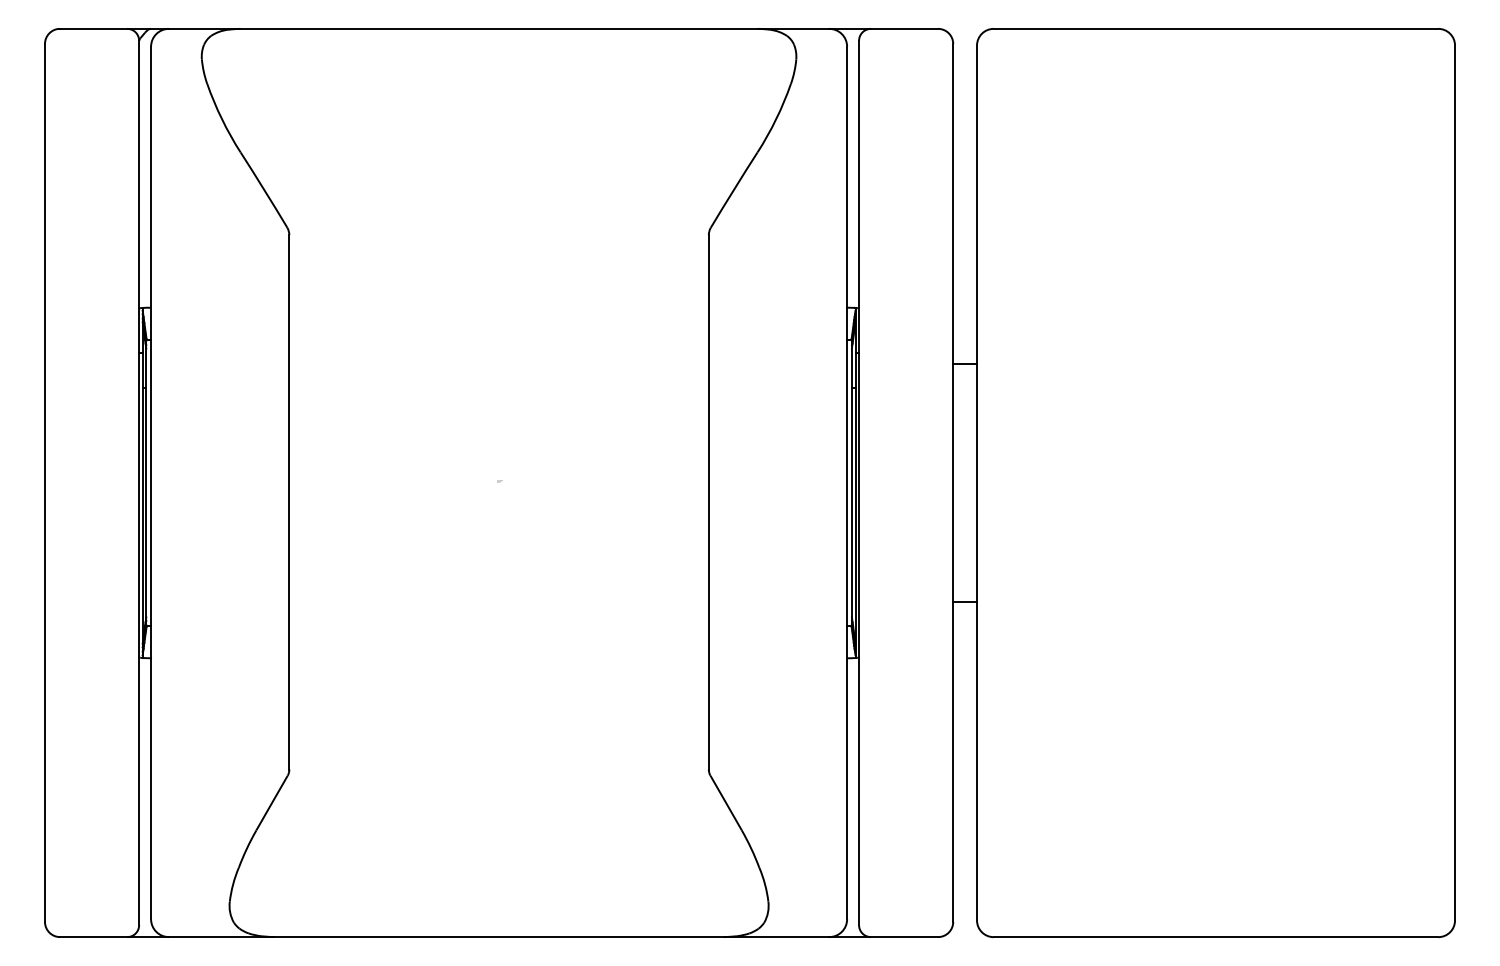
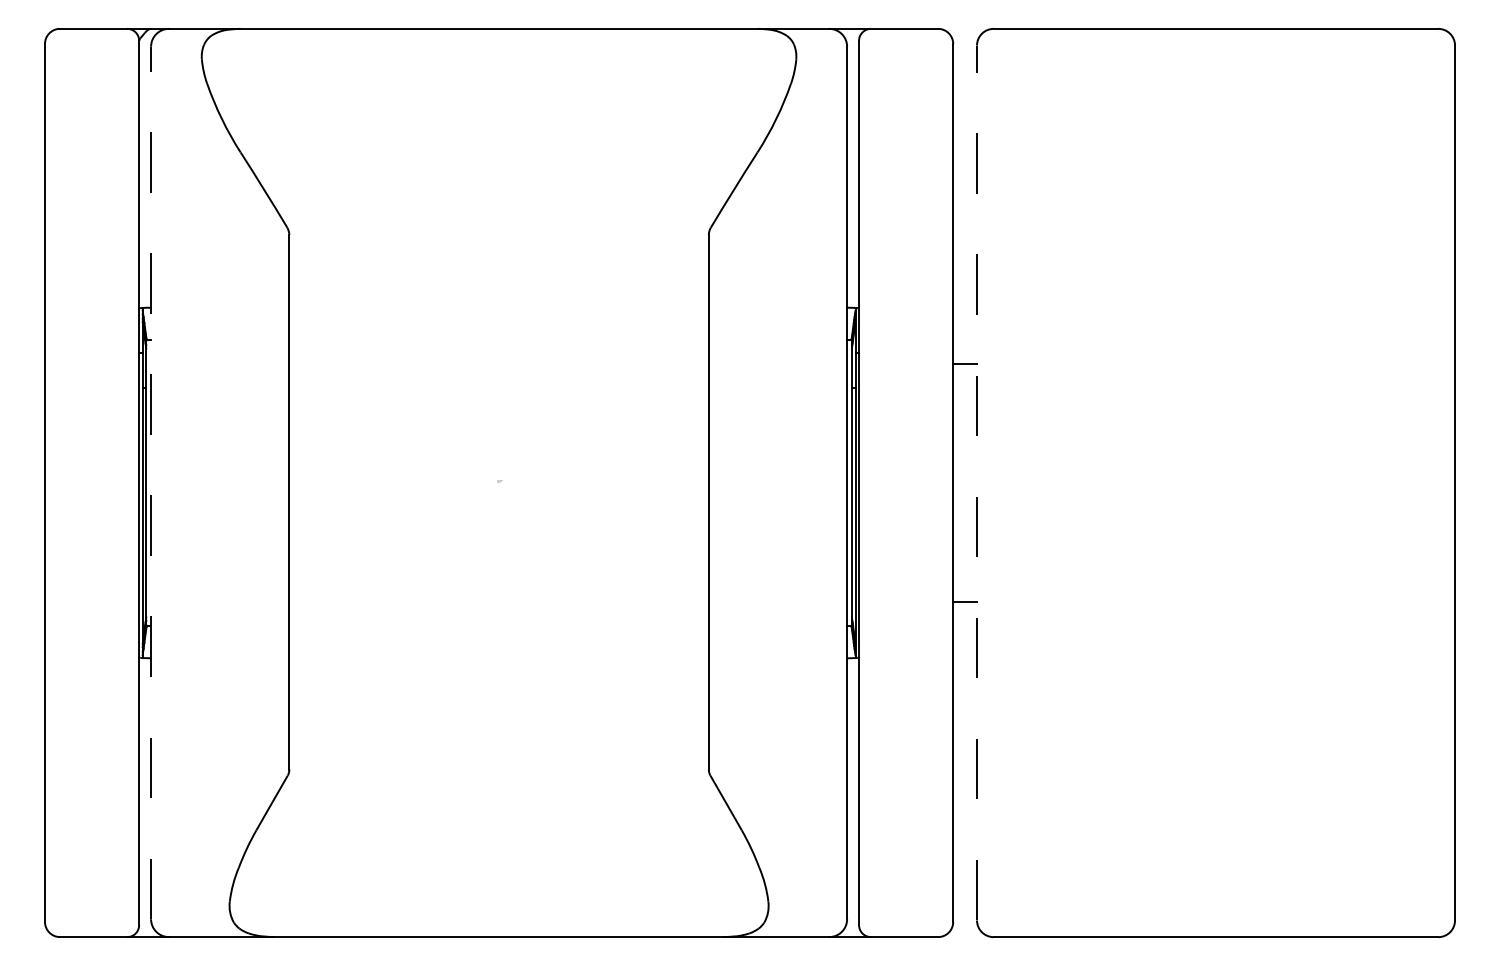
line at (151, 482): solid -> dashed
line at (977, 482): solid -> dashed
